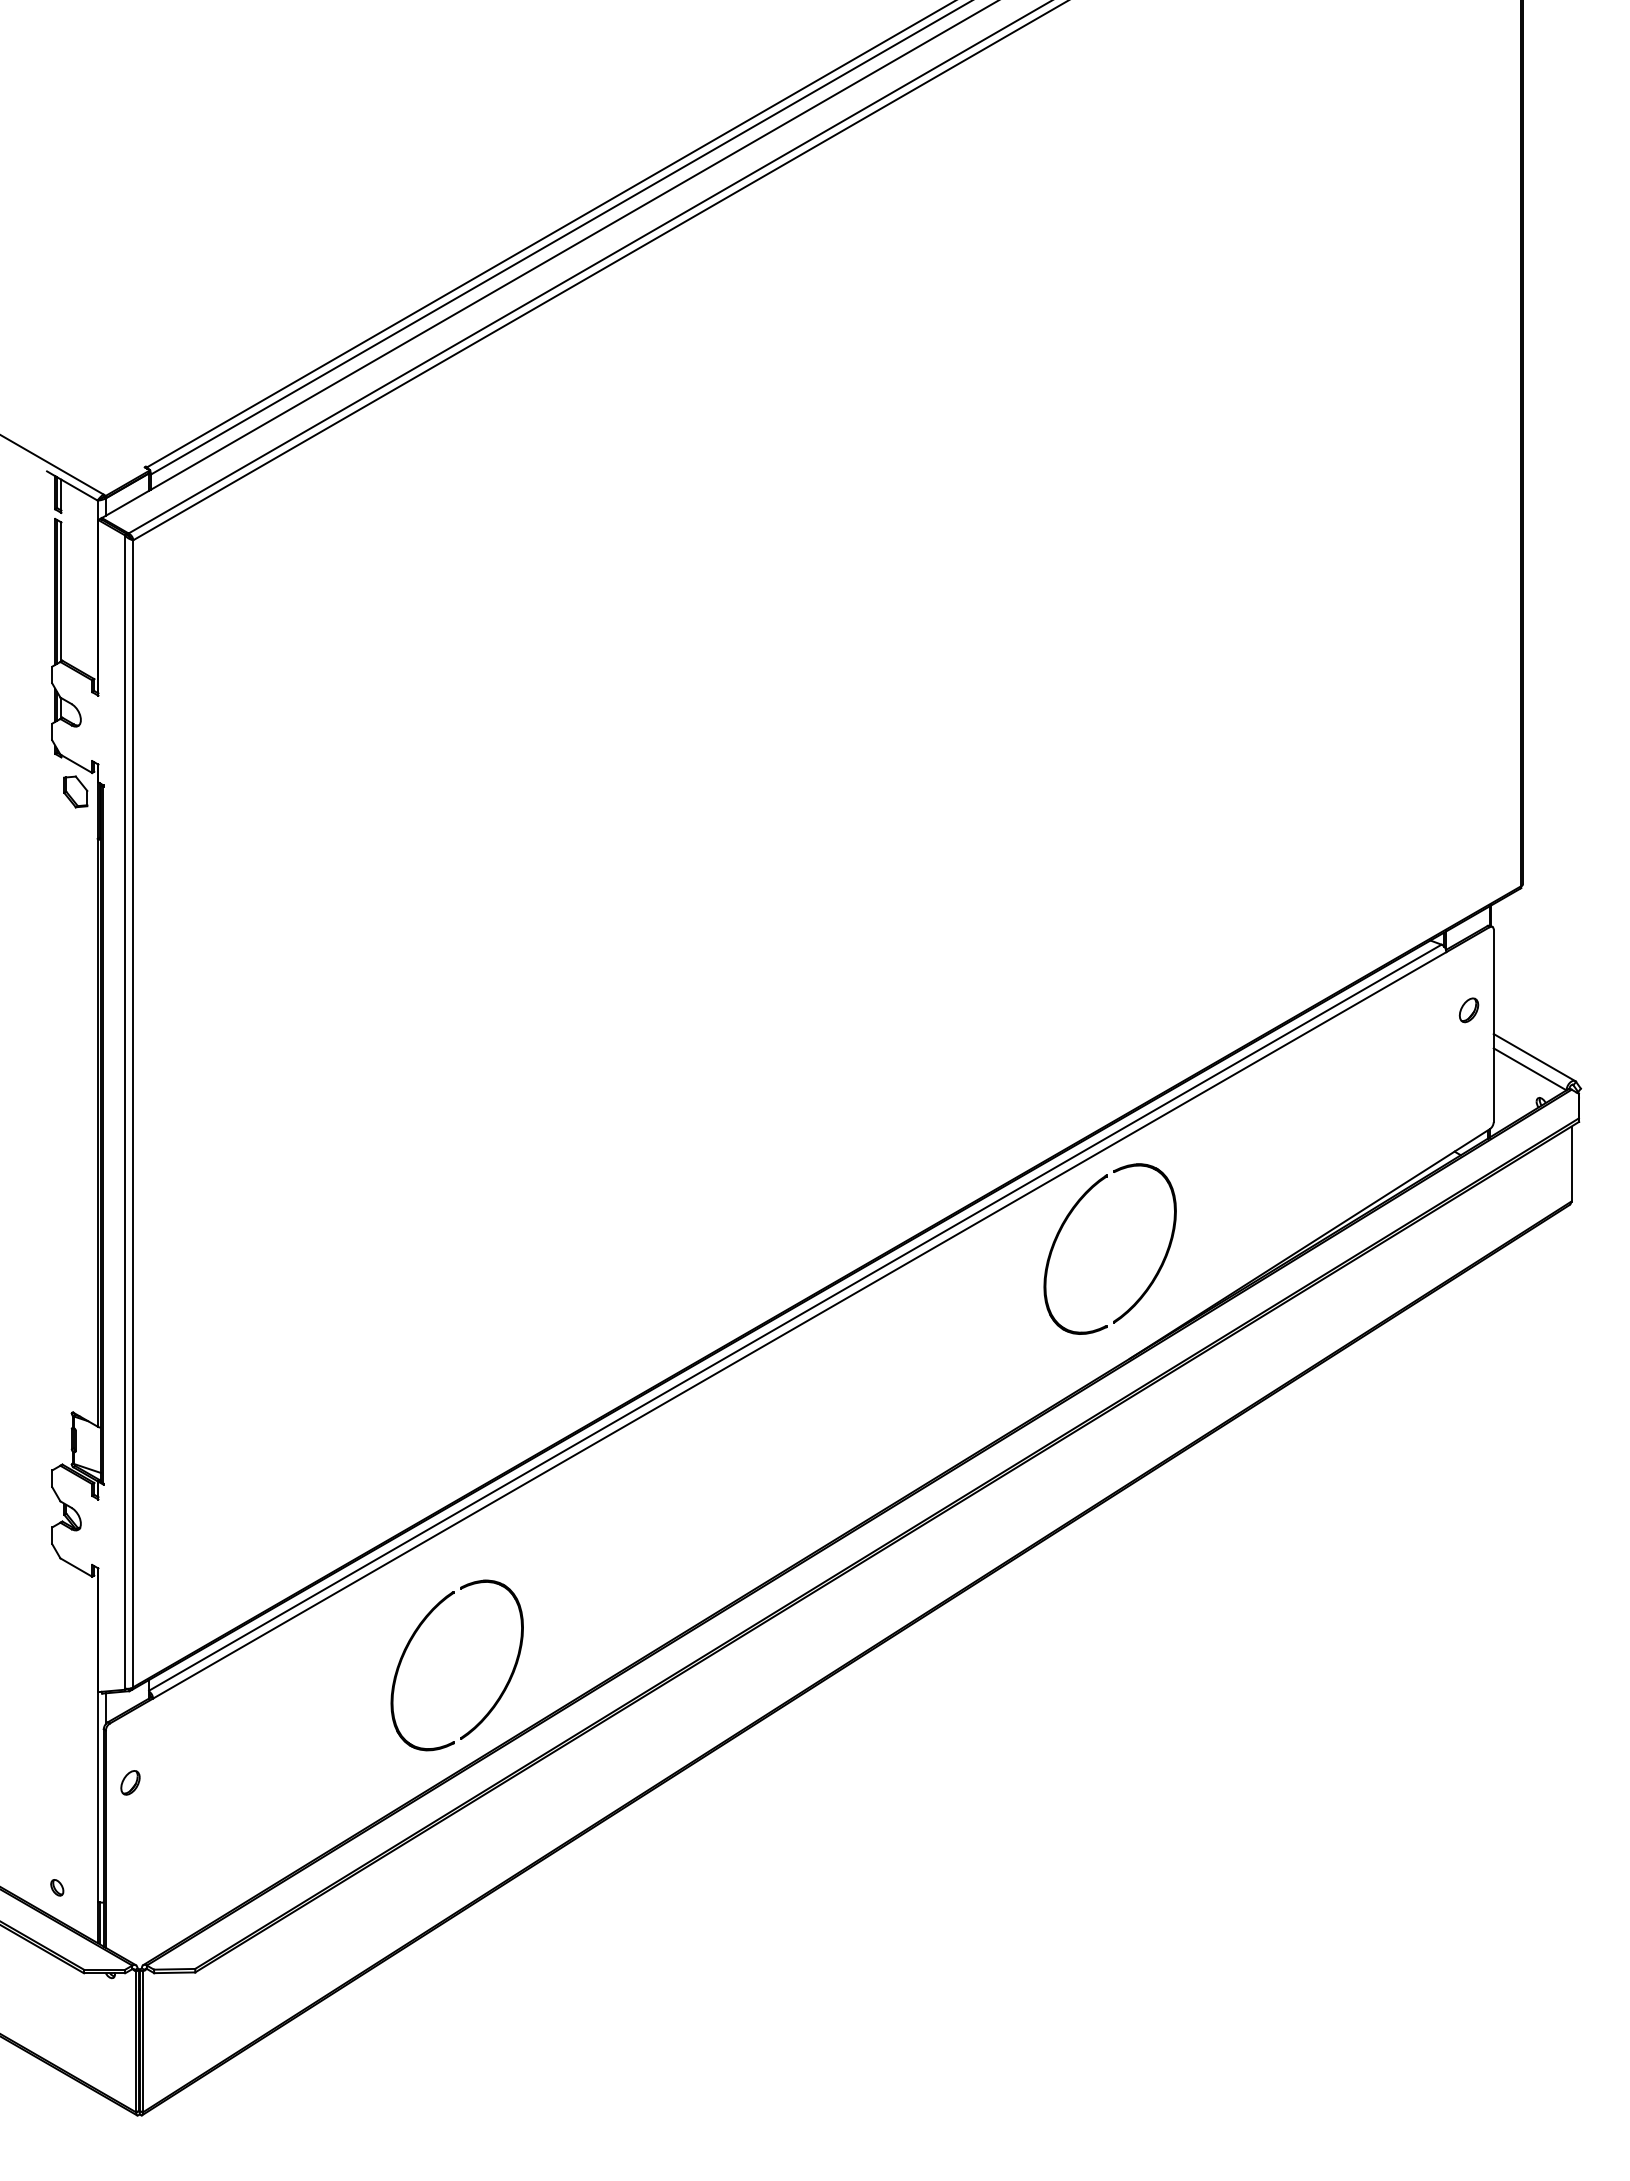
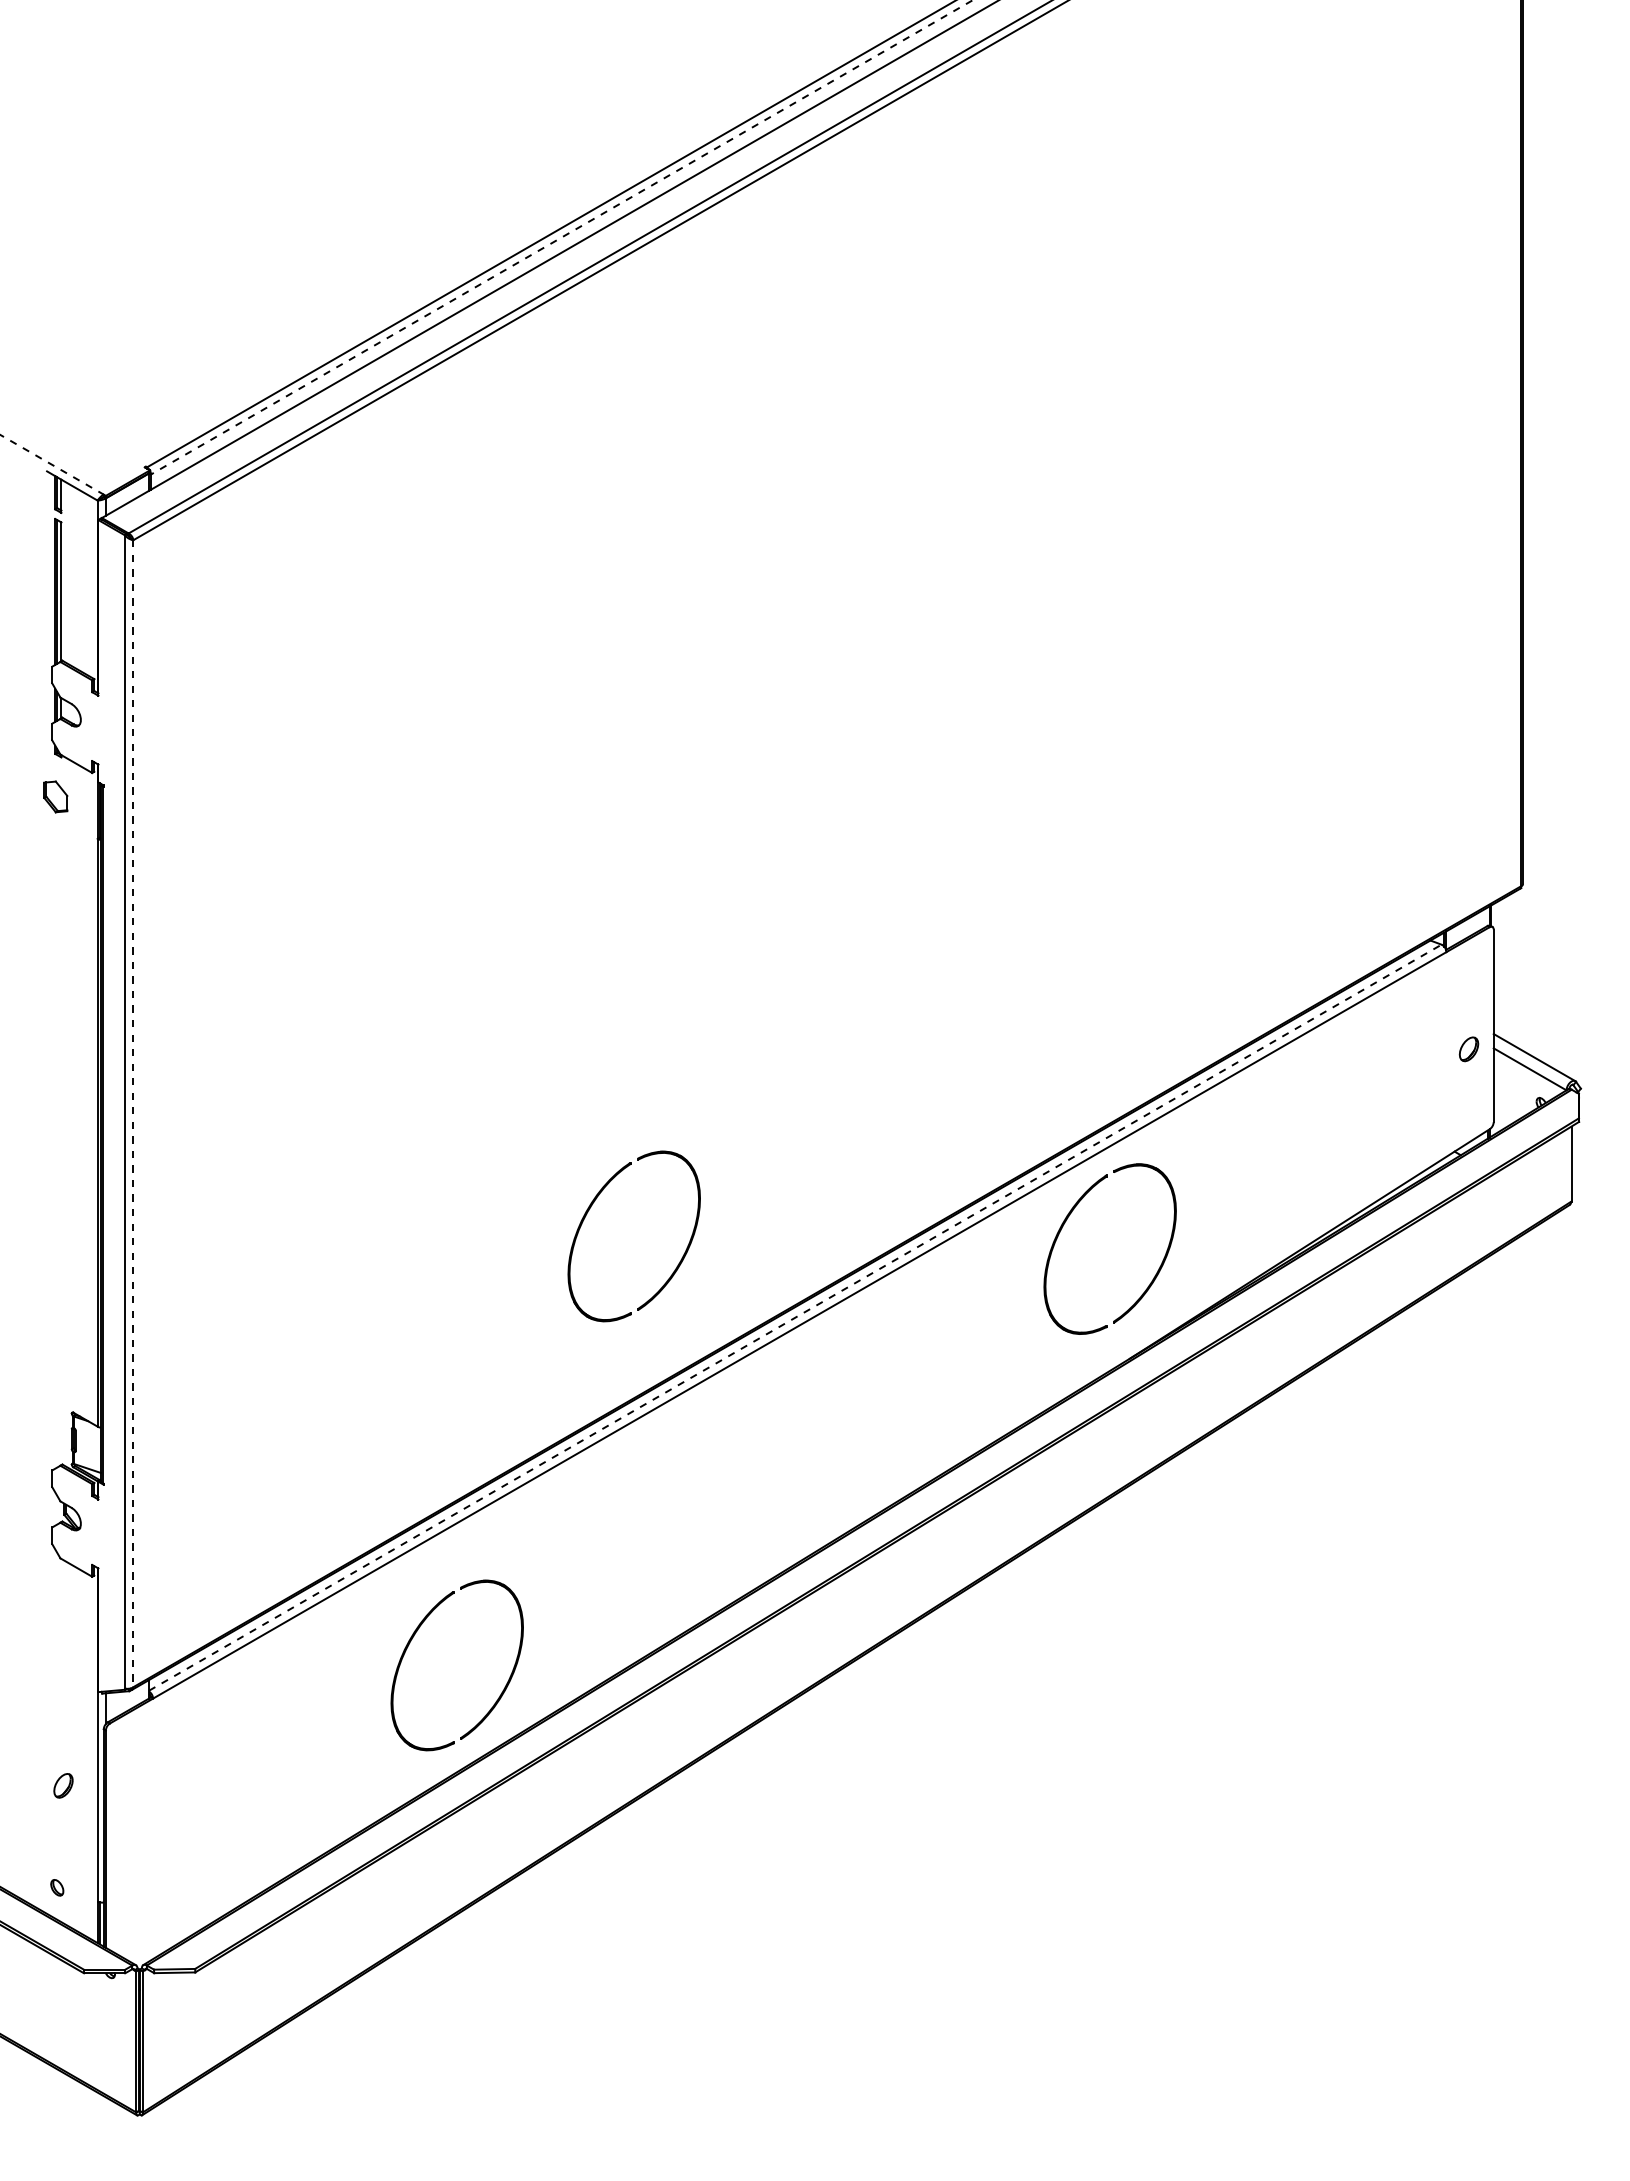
line at (561, 237): solid -> dashed
line at (52, 465): solid -> dashed
part at (75, 791) position: (75, 791) -> (55, 796)
part at (1468, 1010) position: (1468, 1010) -> (1468, 1049)
line at (133, 1114): solid -> dashed
part at (587, 1214): none -> present
line at (795, 1317): solid -> dashed
part at (130, 1782) position: (130, 1782) -> (63, 1785)
